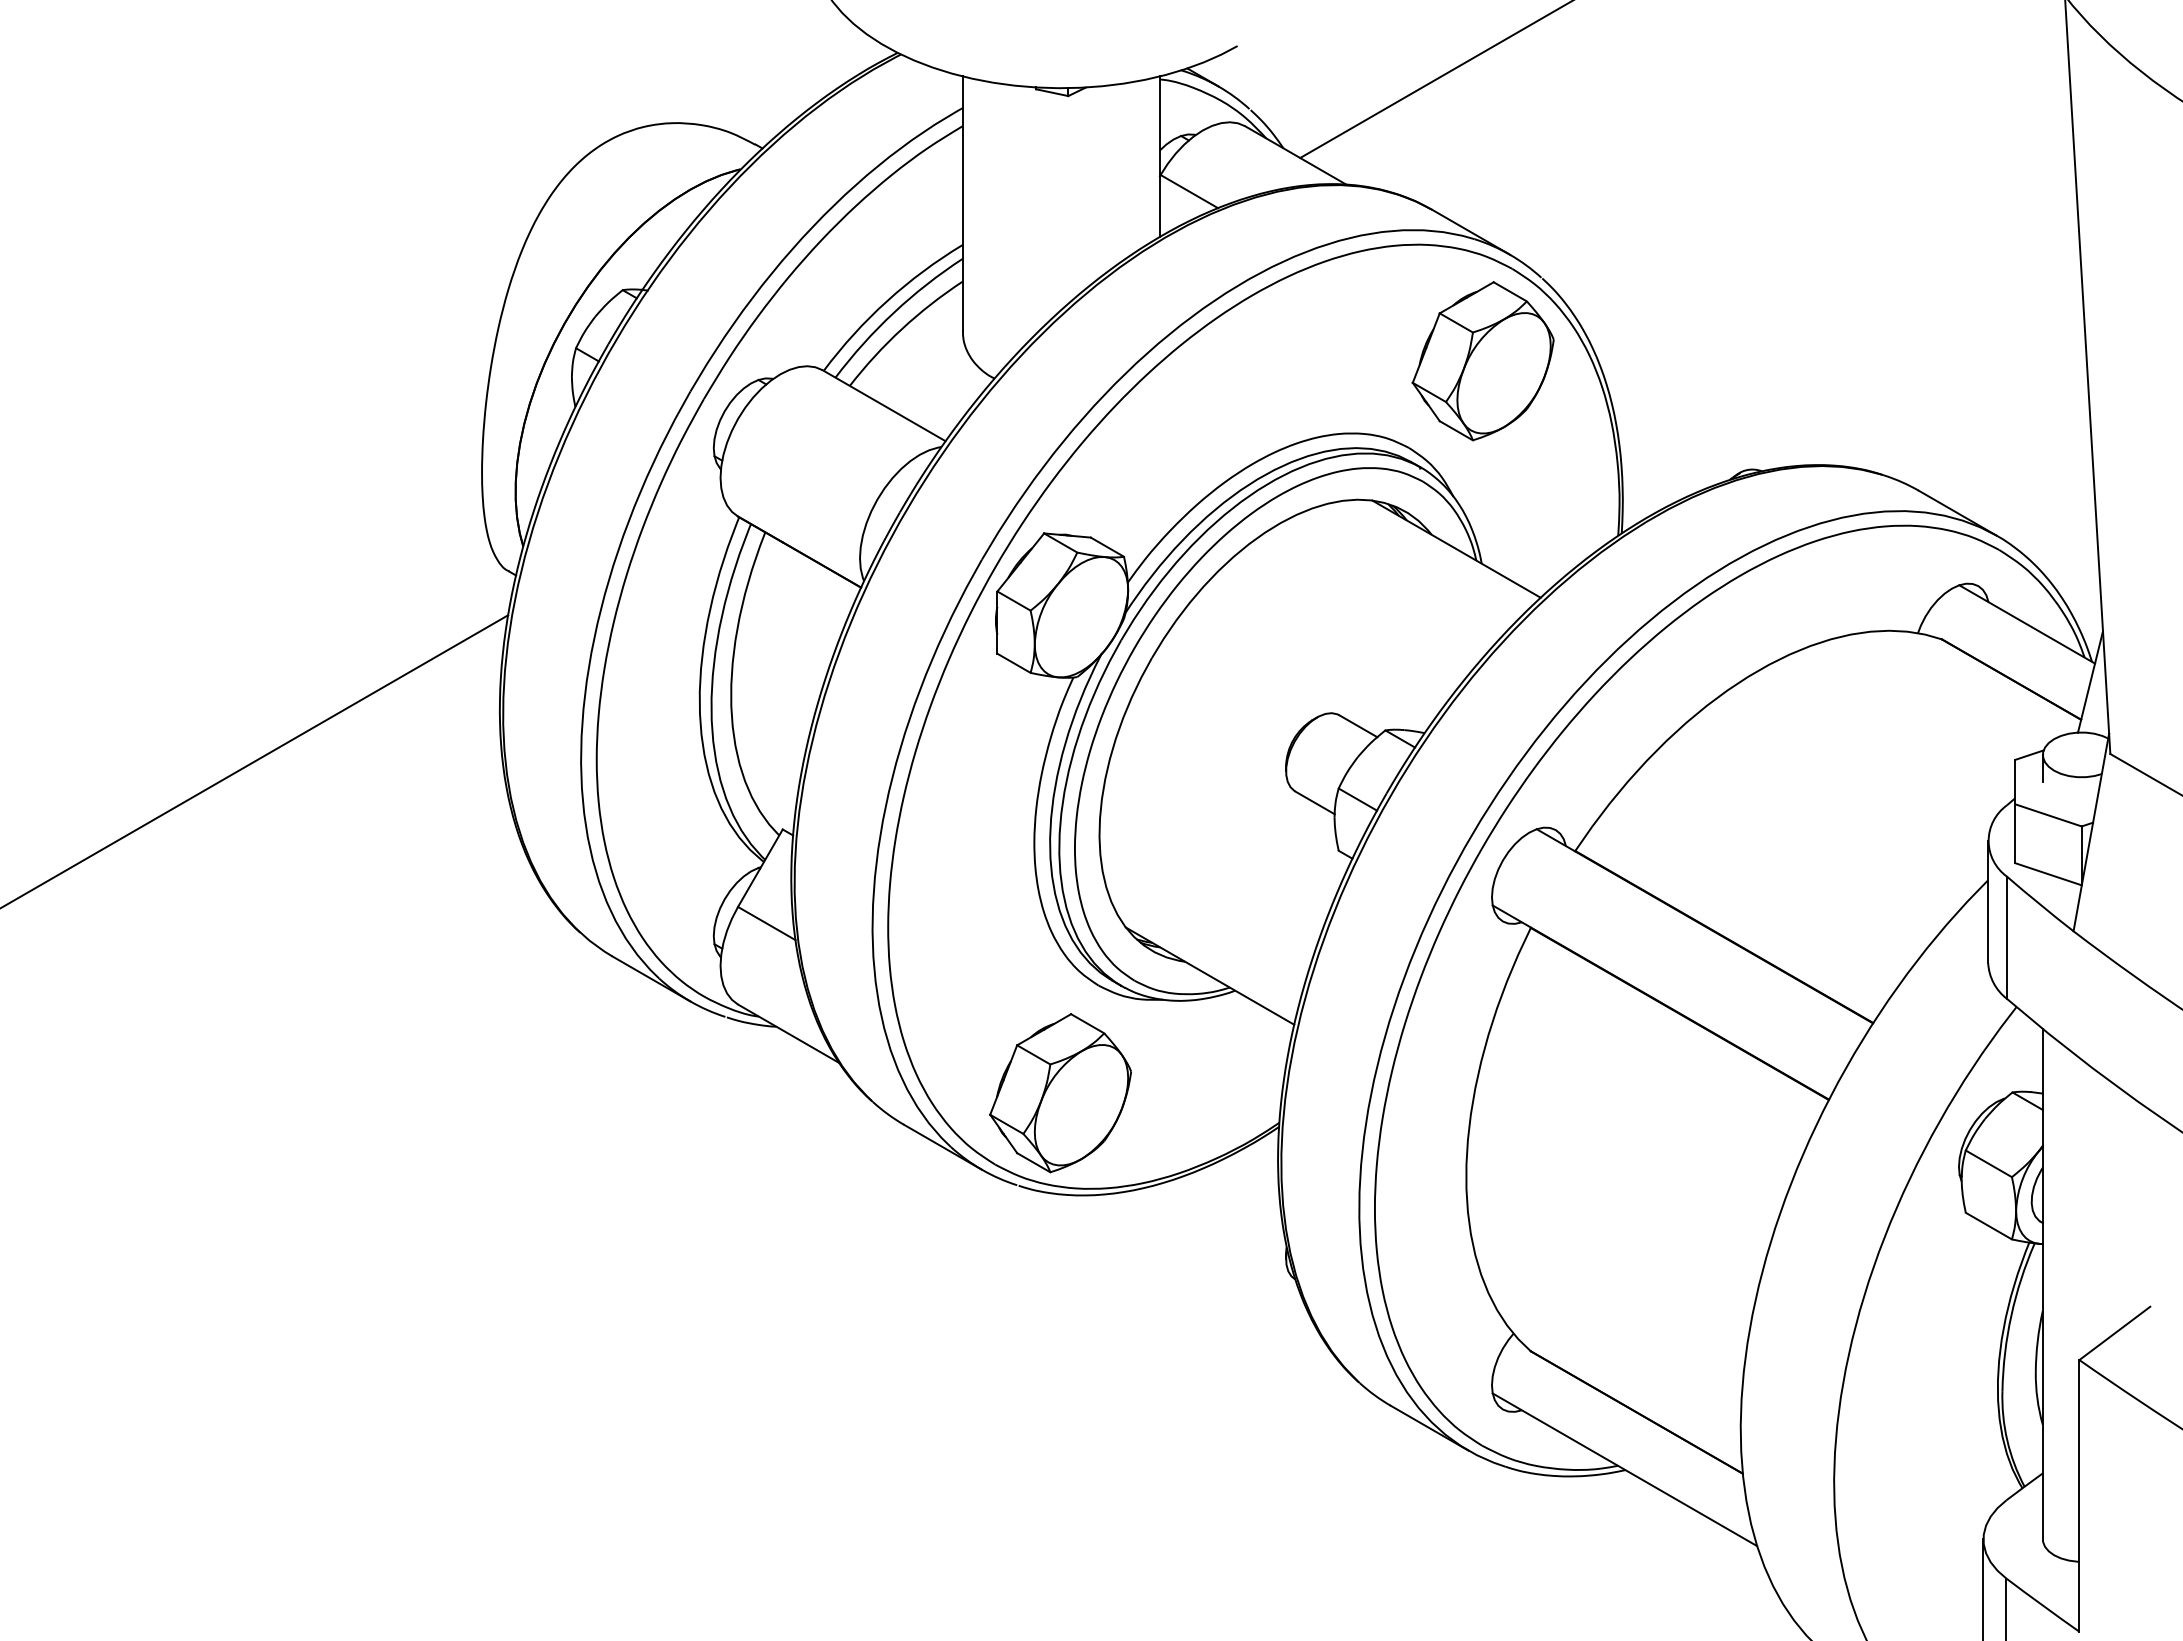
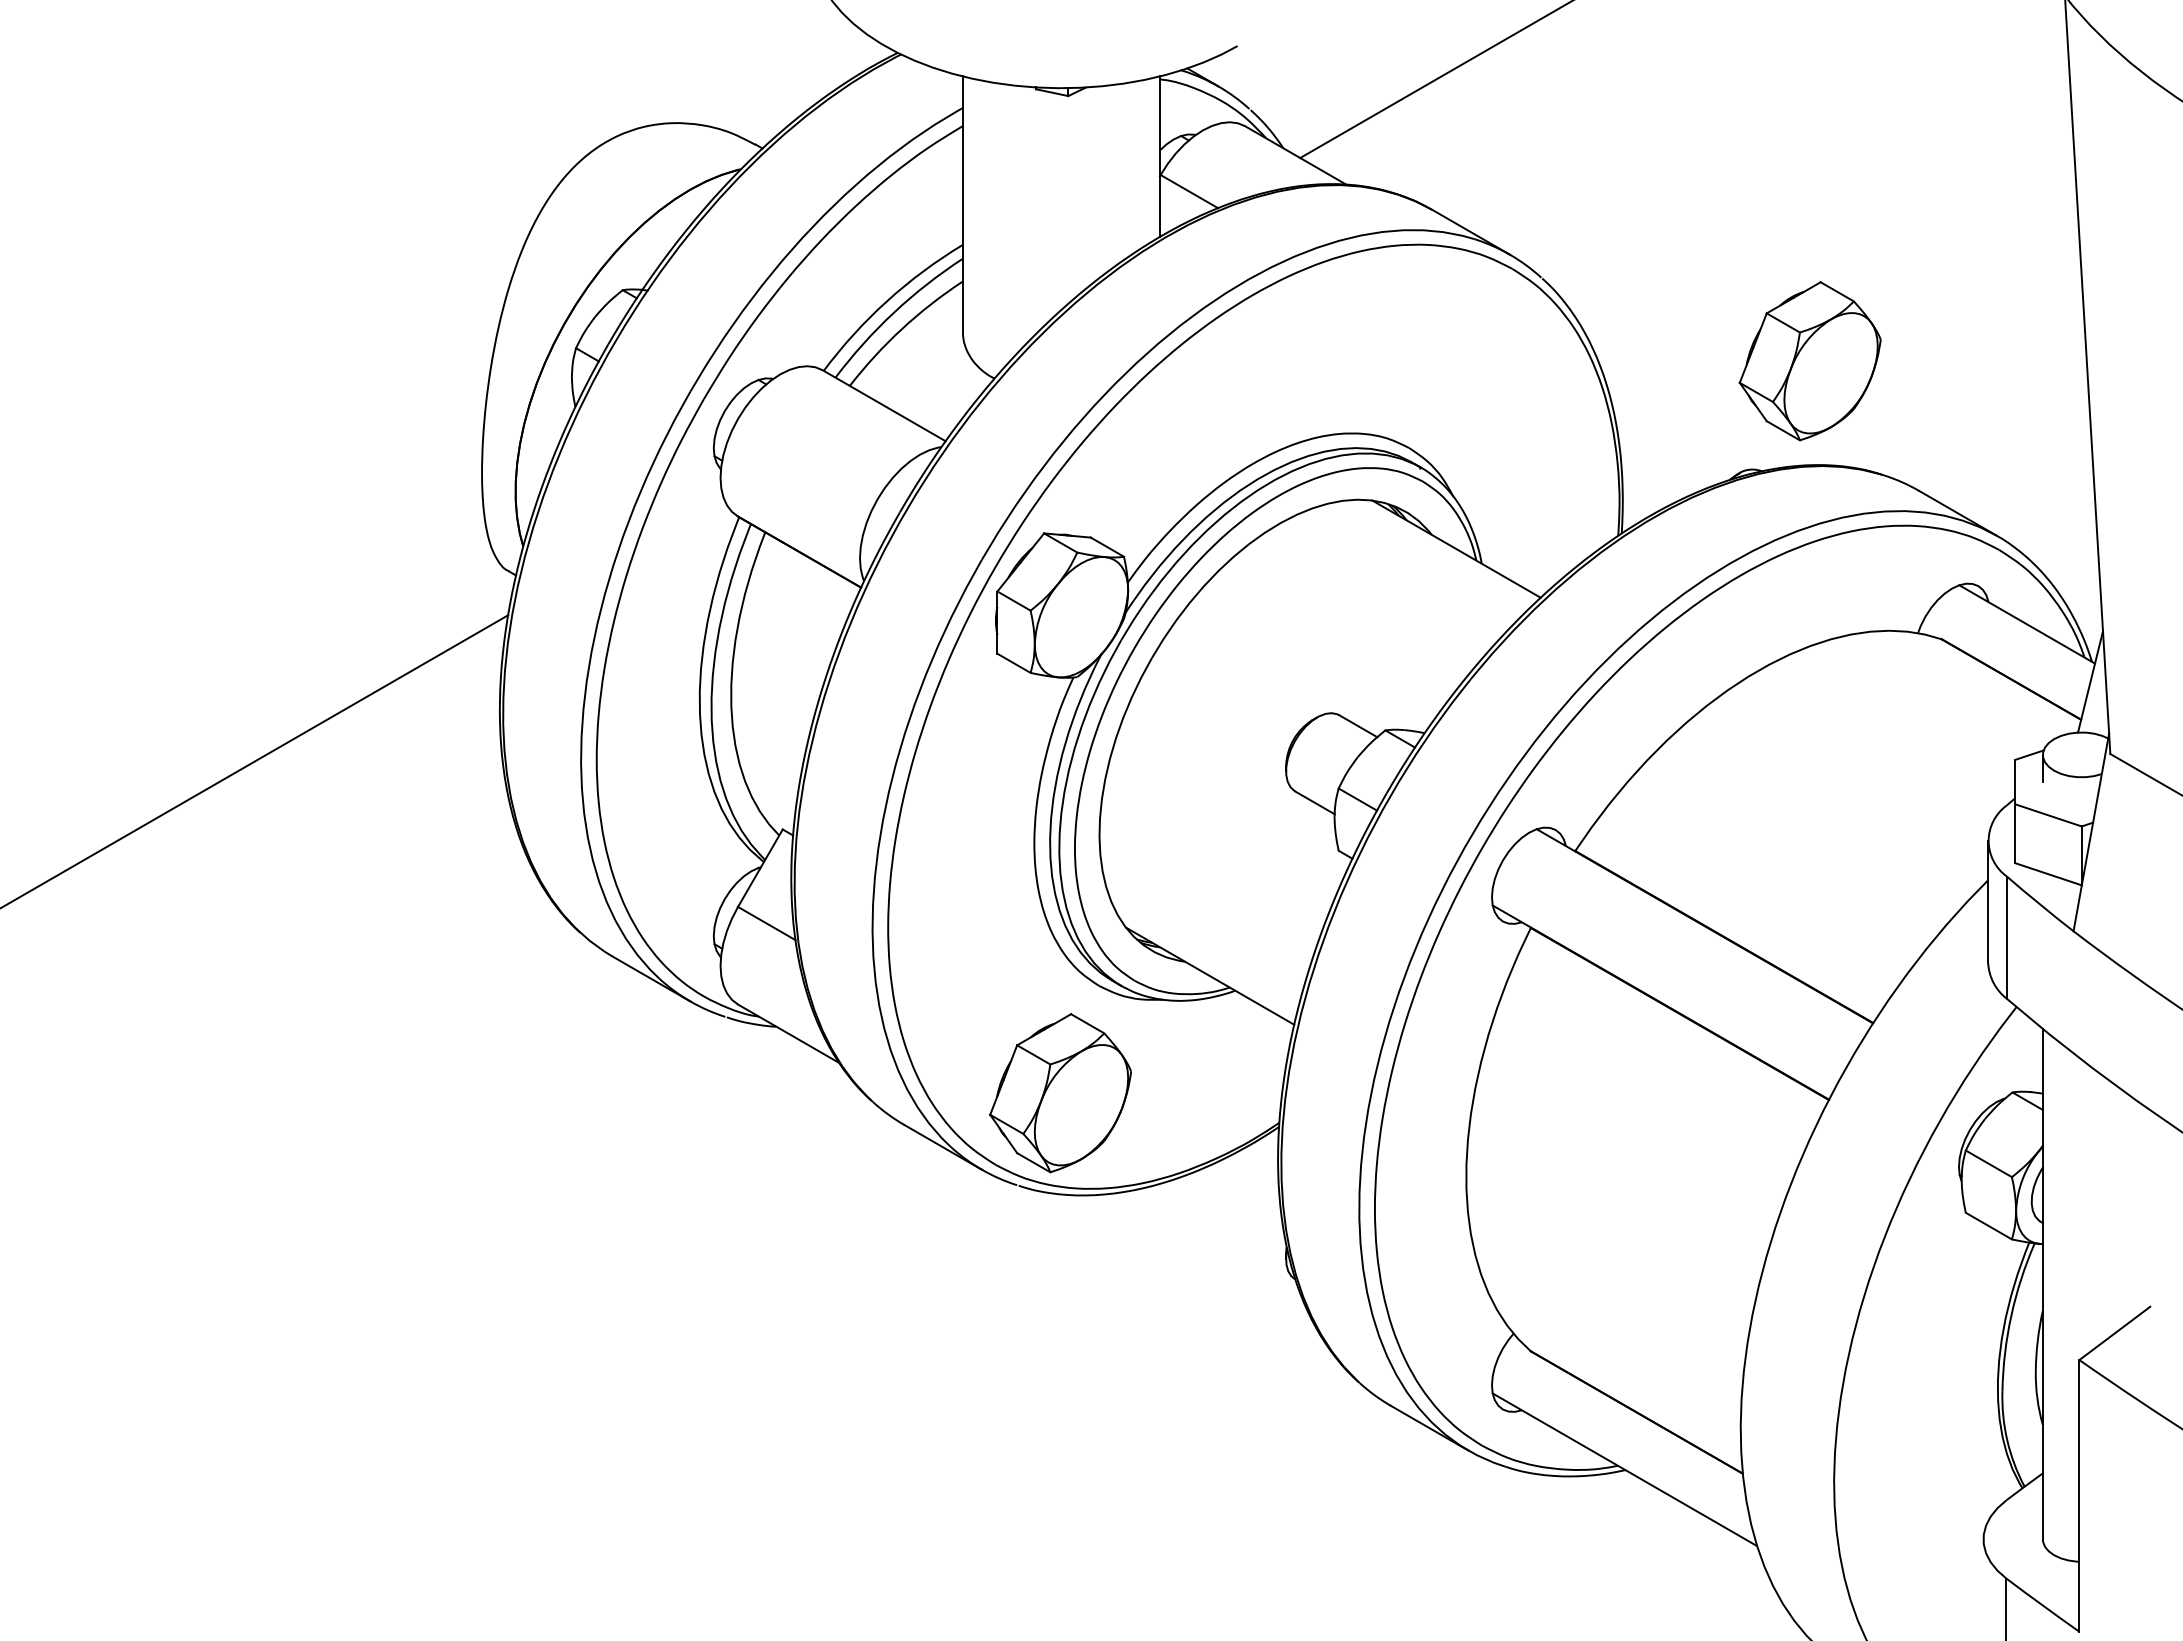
part at (1482, 361) position: (1482, 361) -> (1809, 361)
line at (1983, 1588): present -> none
